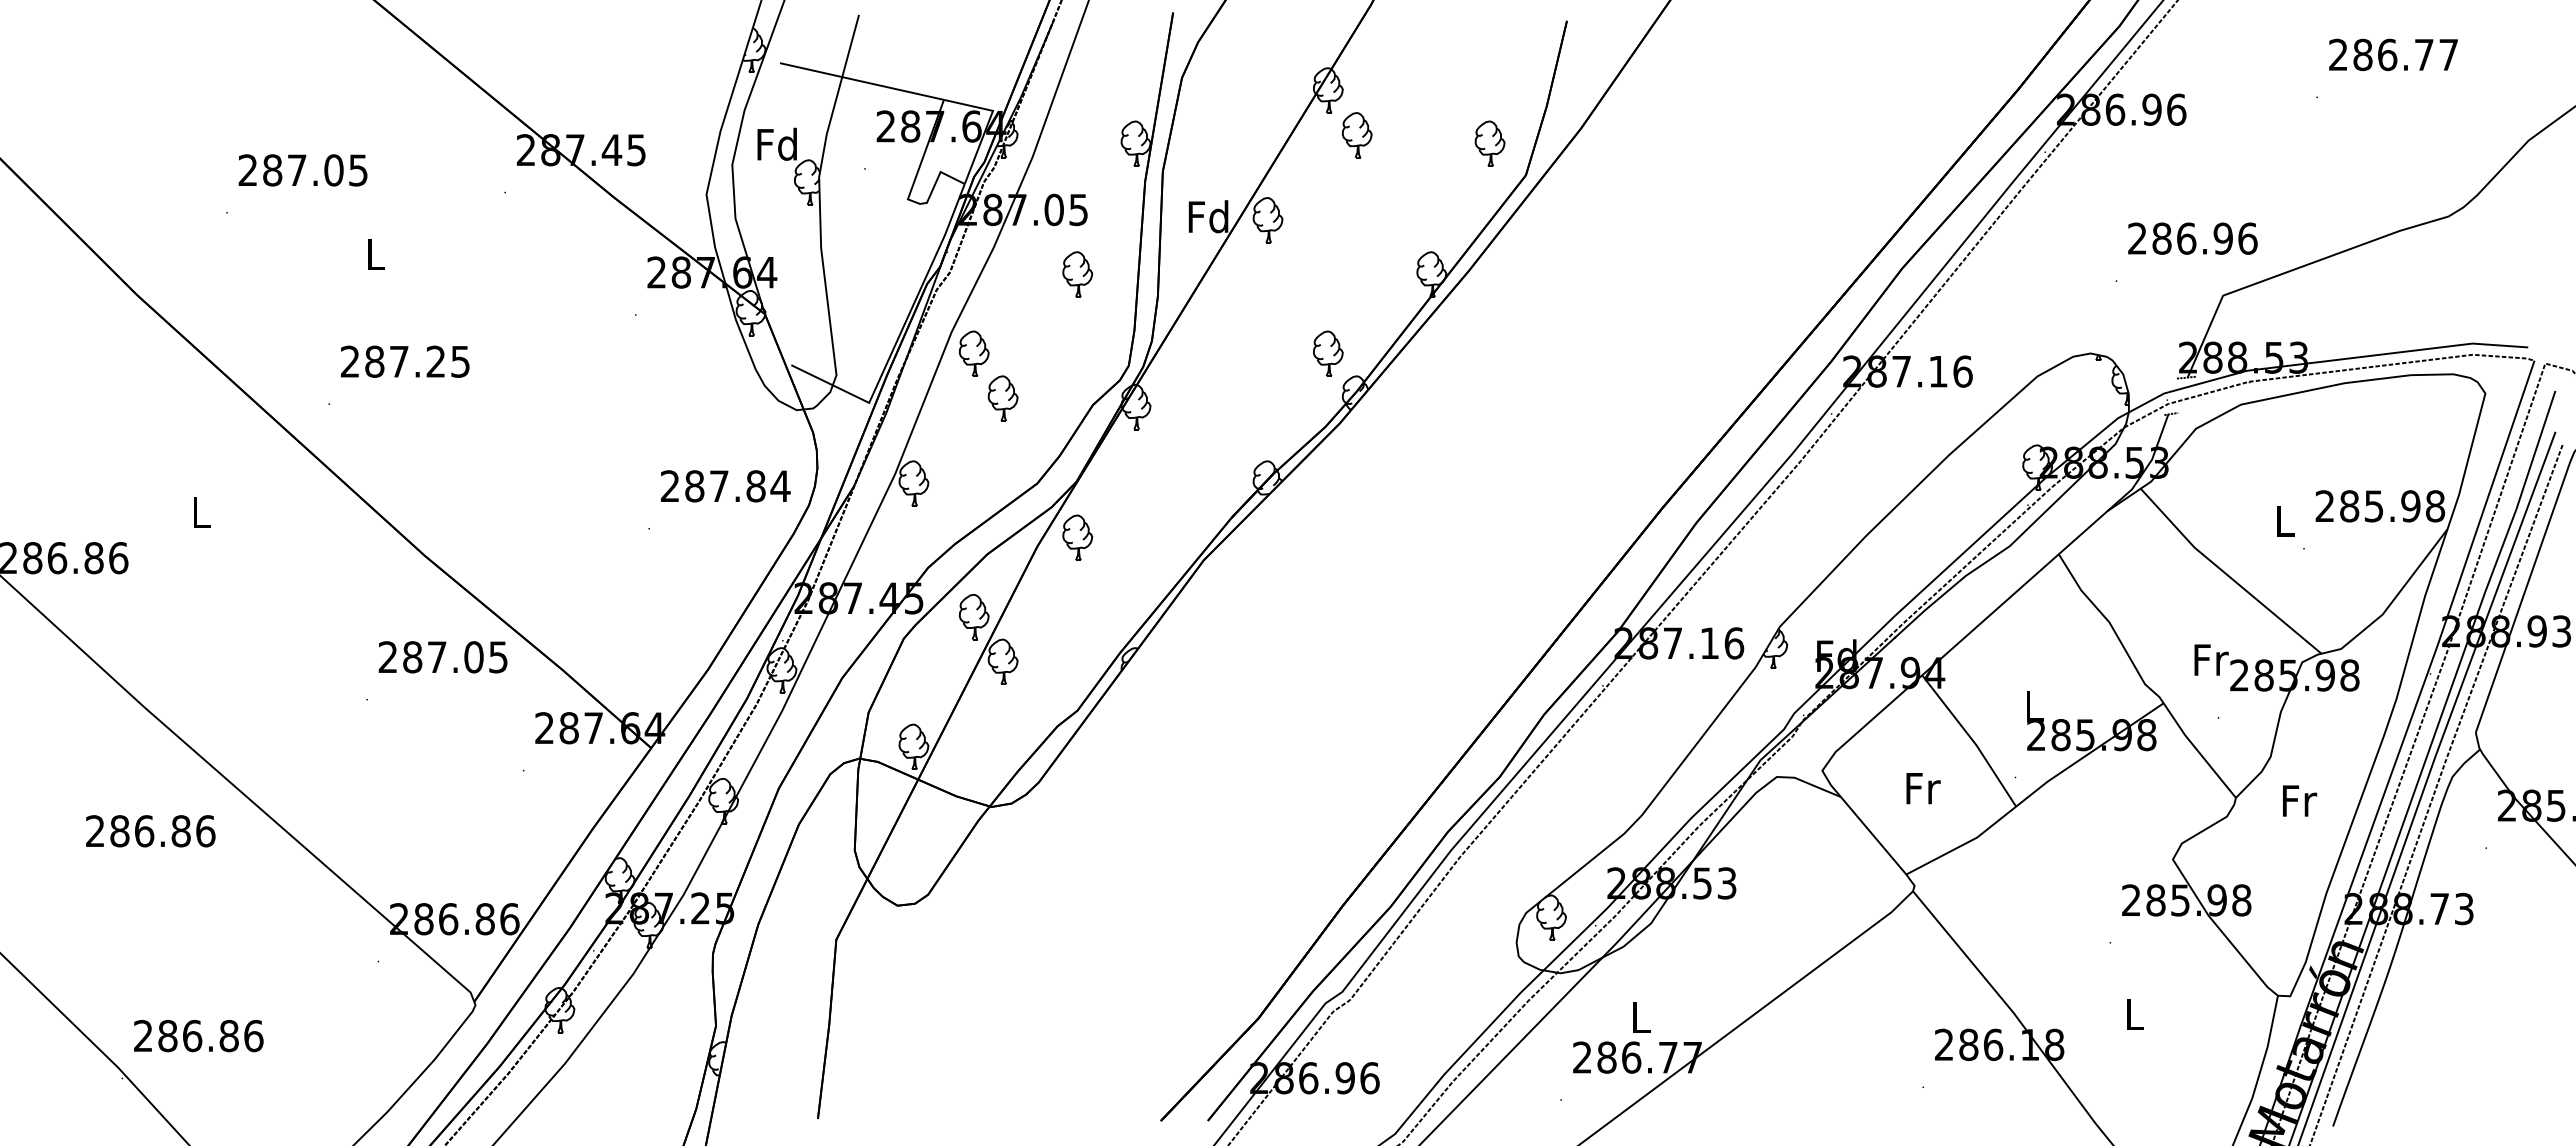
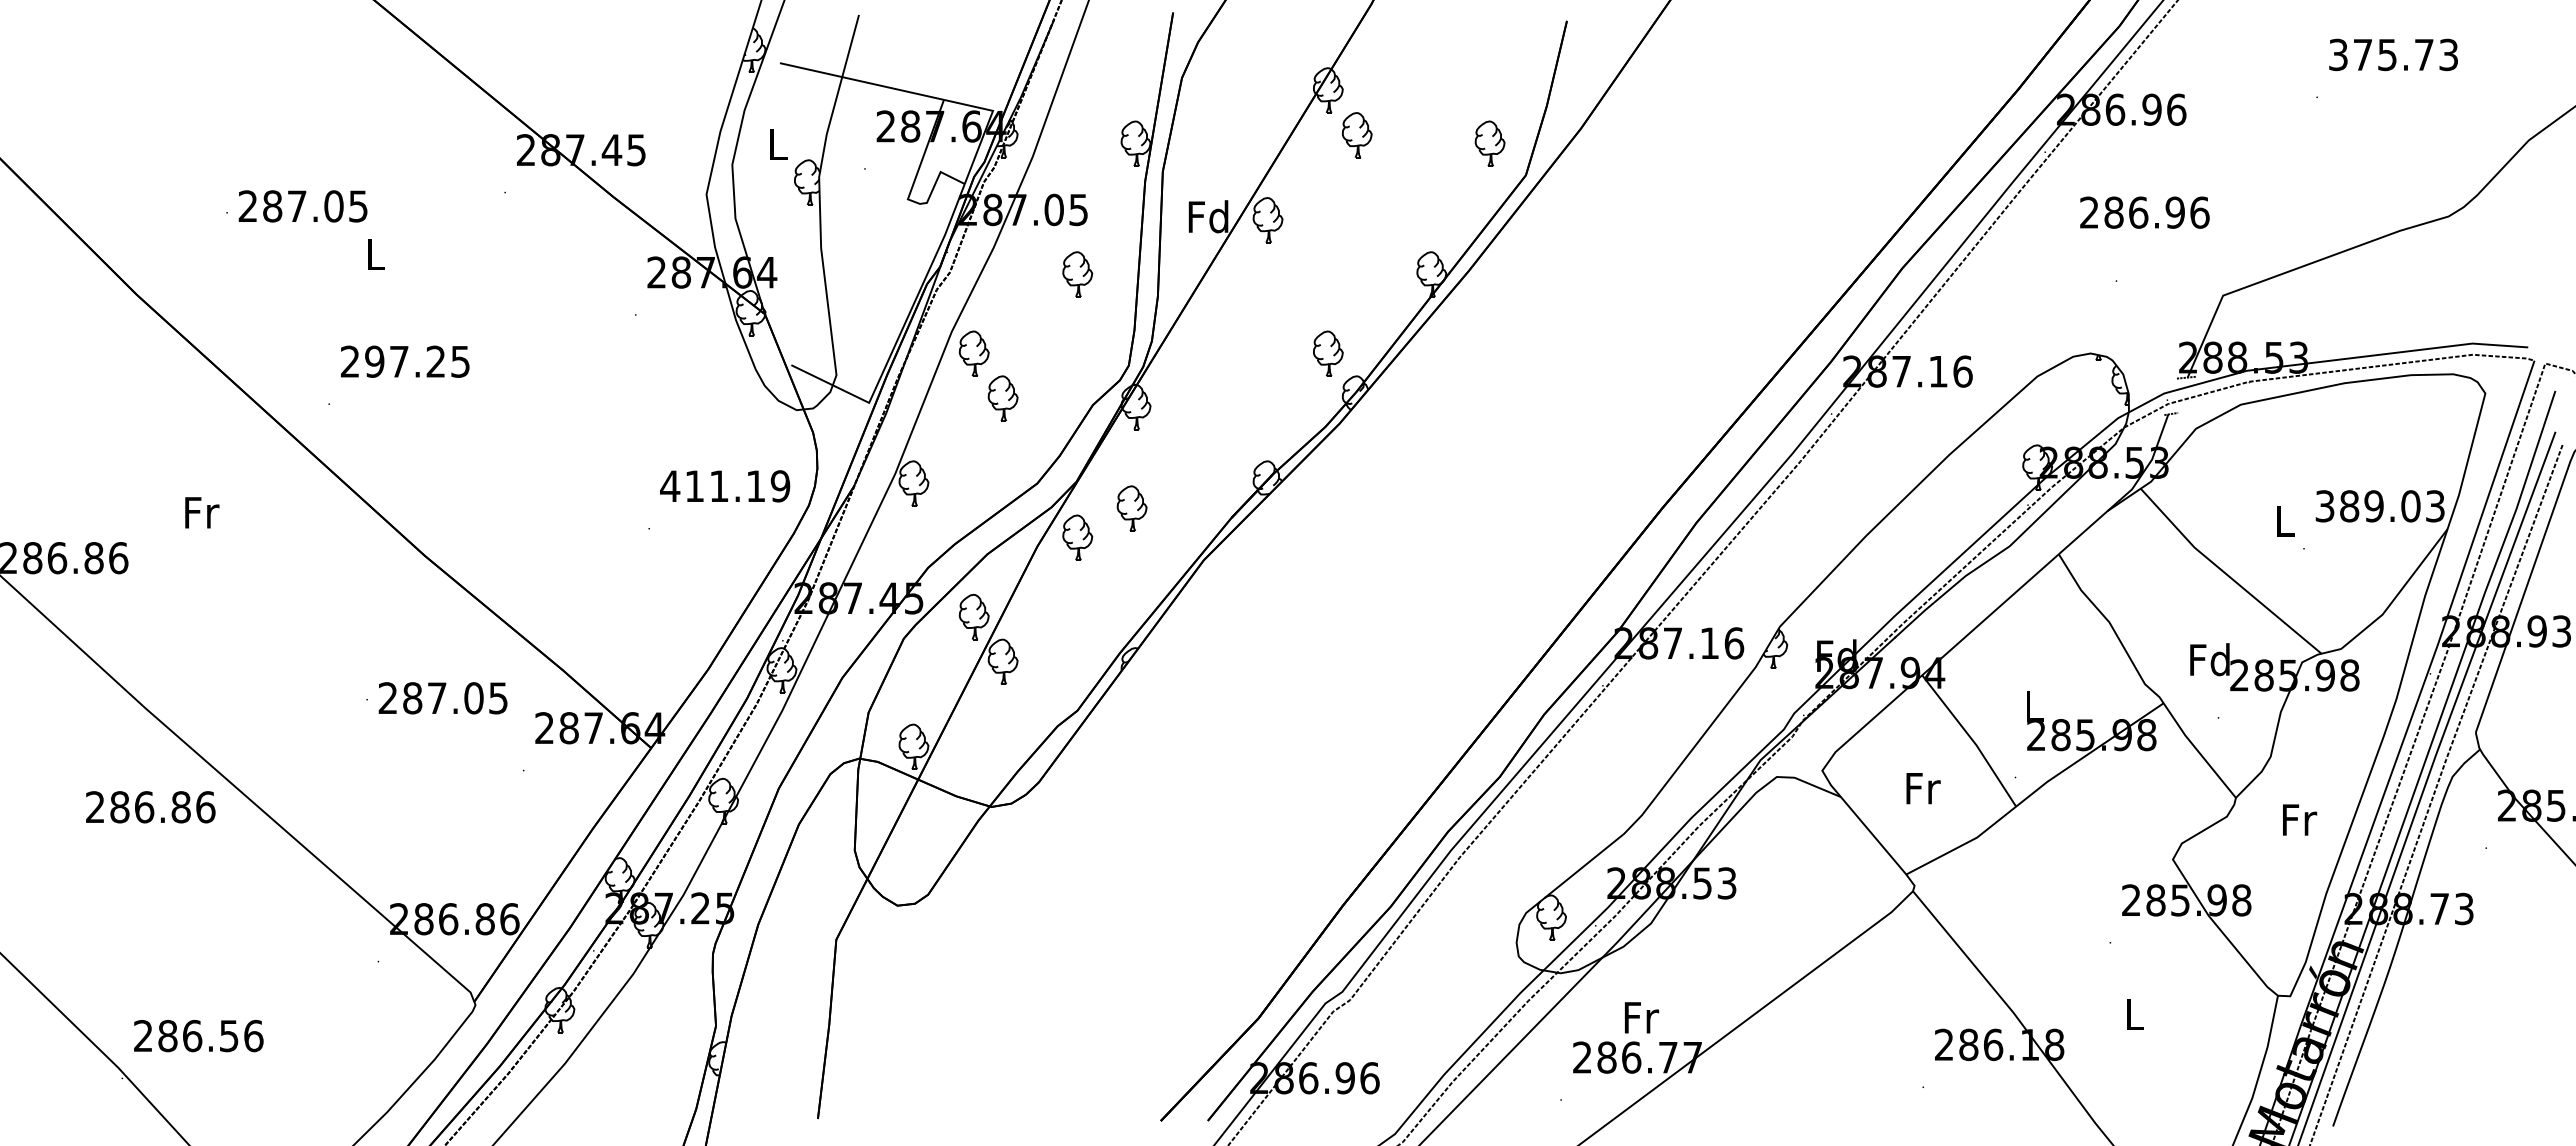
text at (2393, 54): 286.77 -> 375.73
text at (776, 143): Fd -> L
text at (302, 170) position: (302, 170) -> (302, 206)
text at (2192, 238) position: (2192, 238) -> (2144, 212)
text at (374, 361): 287.25 -> 297.25
text at (725, 486): 287.84 -> 411.19
text at (2380, 506): 285.98 -> 389.03
part at (1131, 508): none -> present
text at (202, 512): L -> Fr
text at (442, 657) position: (442, 657) -> (442, 698)
text at (2209, 659): Fr -> Fd
text at (2300, 800) position: (2300, 800) -> (2300, 819)
text at (150, 831) position: (150, 831) -> (150, 807)
text at (1641, 1017): L -> Fr
text at (228, 1035): 286.86 -> 286.56
